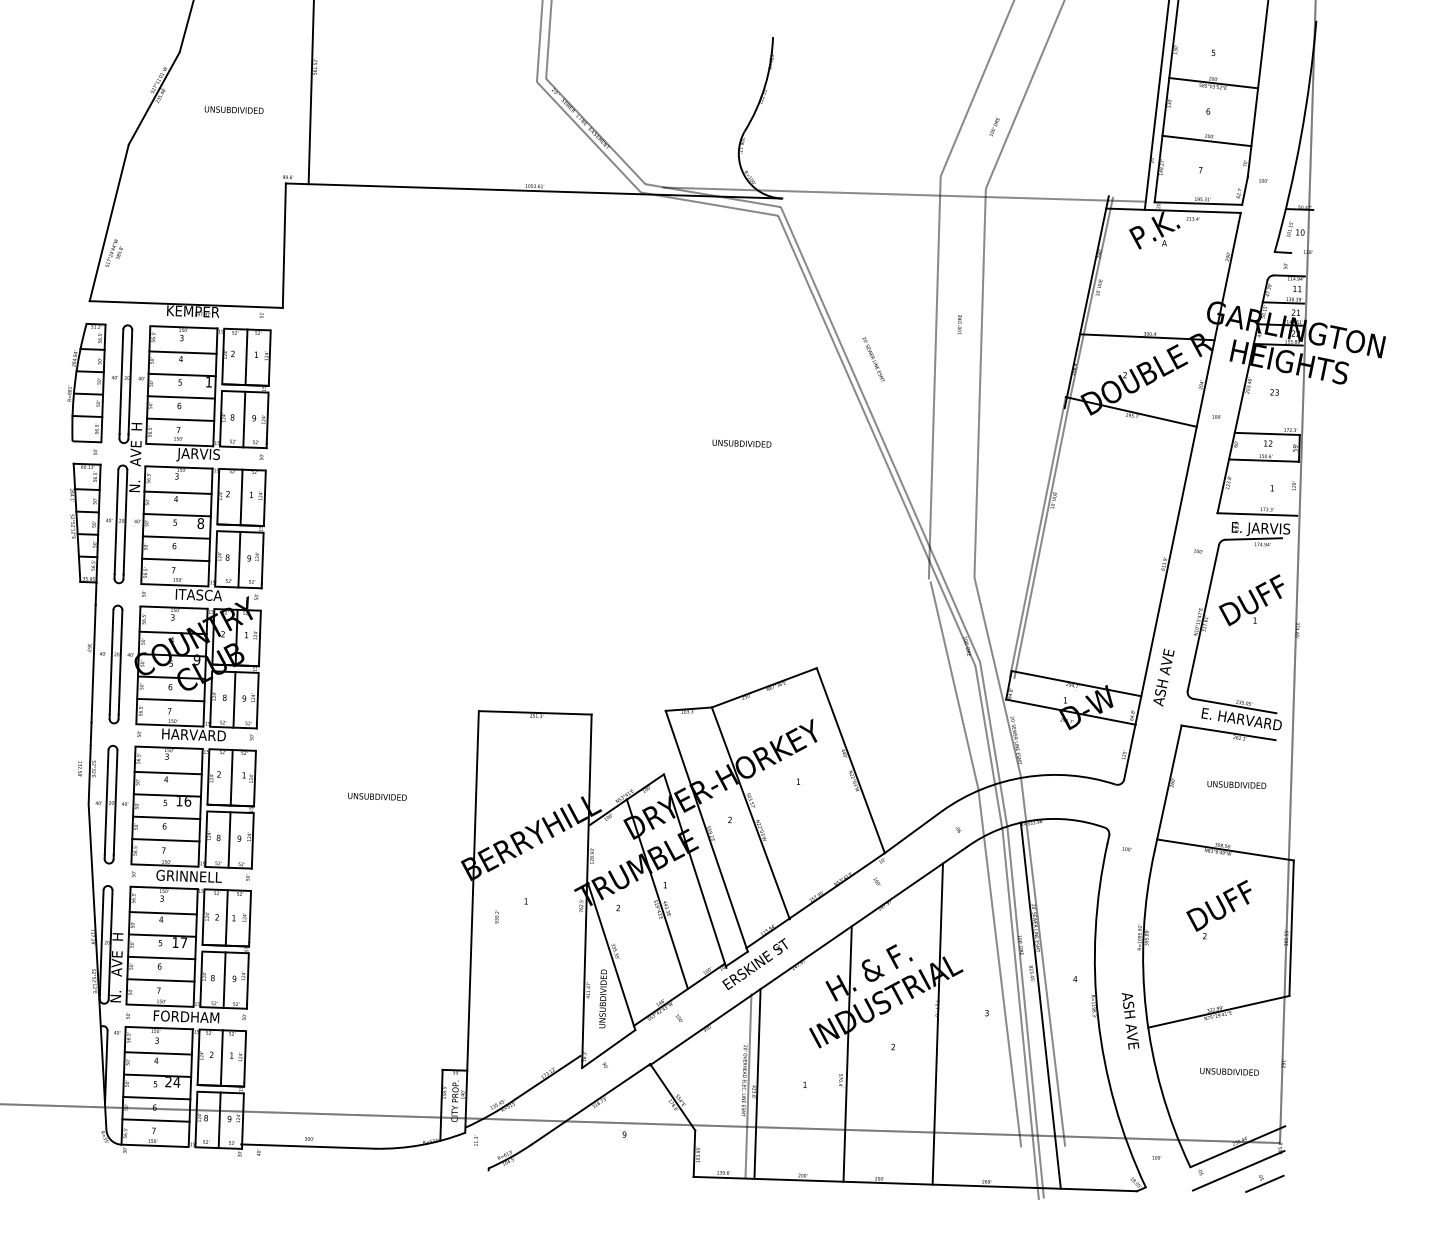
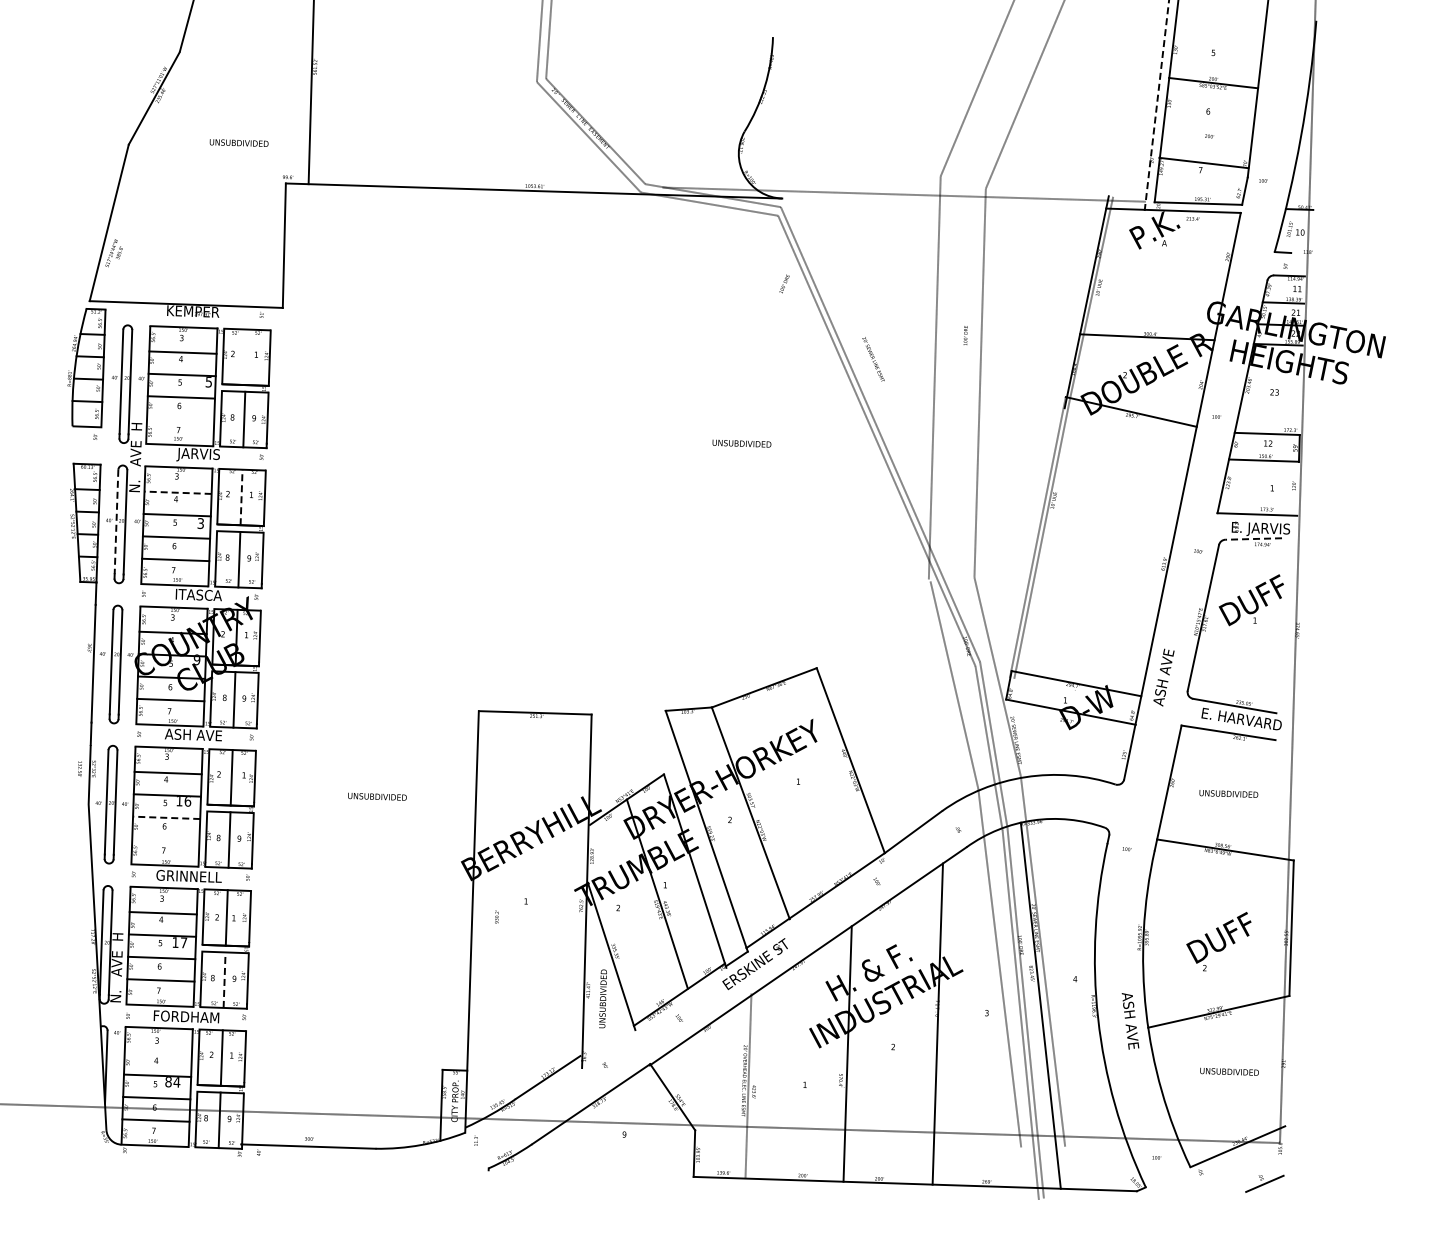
line at (1156, 105): solid -> dashed
text at (233, 109) position: (233, 109) -> (238, 142)
text at (994, 126) position: (994, 126) -> (784, 283)
line at (1206, 140) position: (1206, 140) -> (1203, 162)
text at (959, 324) position: (959, 324) -> (965, 335)
line at (246, 357): present -> none
text at (208, 382): 1 -> 5
part at (86, 388) position: (86, 388) -> (86, 373)
line at (180, 419): present -> none
line at (178, 492): solid -> dashed
line at (241, 497): solid -> dashed
line at (116, 522): solid -> dashed
text at (200, 523): 8 -> 3
line at (1253, 539): solid -> dashed
text at (193, 734): HARVARD -> ASH AVE
text at (1236, 784) position: (1236, 784) -> (1228, 793)
line at (166, 817): solid -> dashed
line at (165, 840): present -> none
text at (1218, 909) position: (1218, 909) -> (1218, 941)
line at (224, 980): solid -> dashed
line at (608, 1049): present -> none
line at (157, 1053): present -> none
text at (168, 1082): 24 -> 84
line at (757, 1083): present -> none
line at (1238, 1170): present -> none
